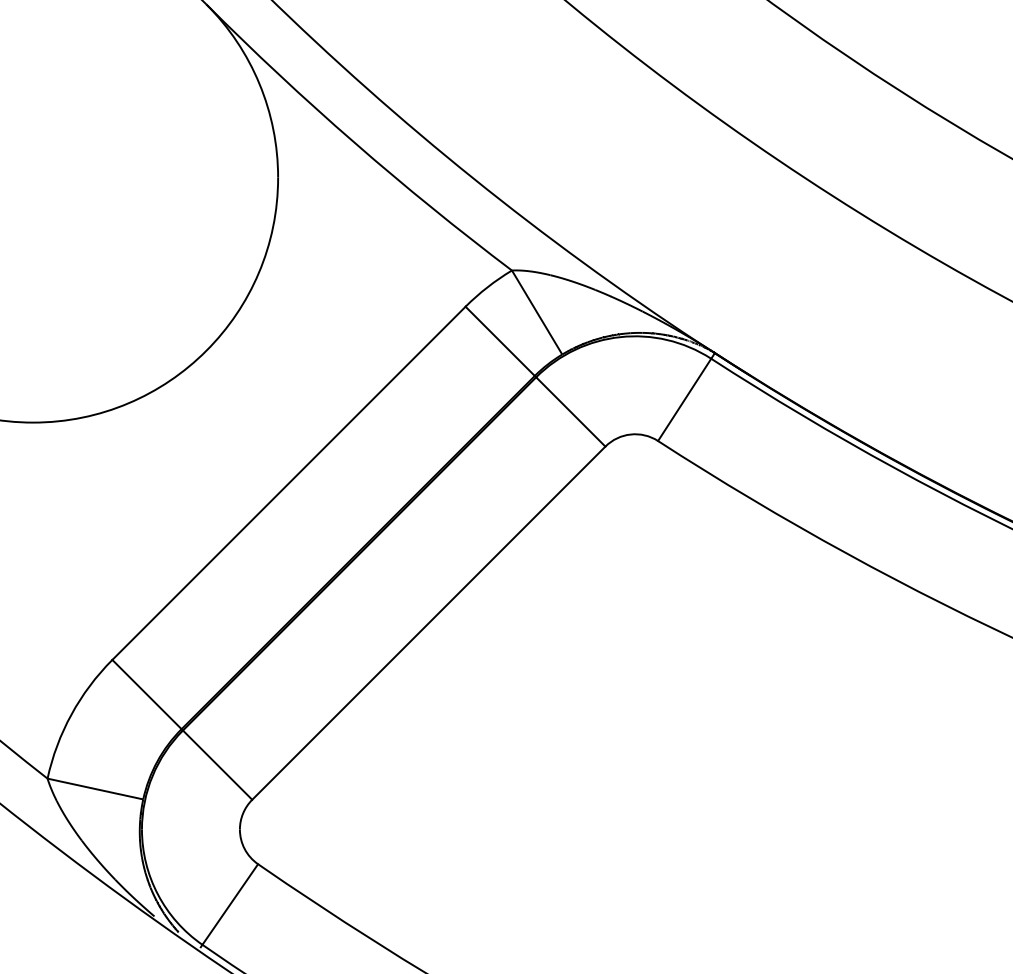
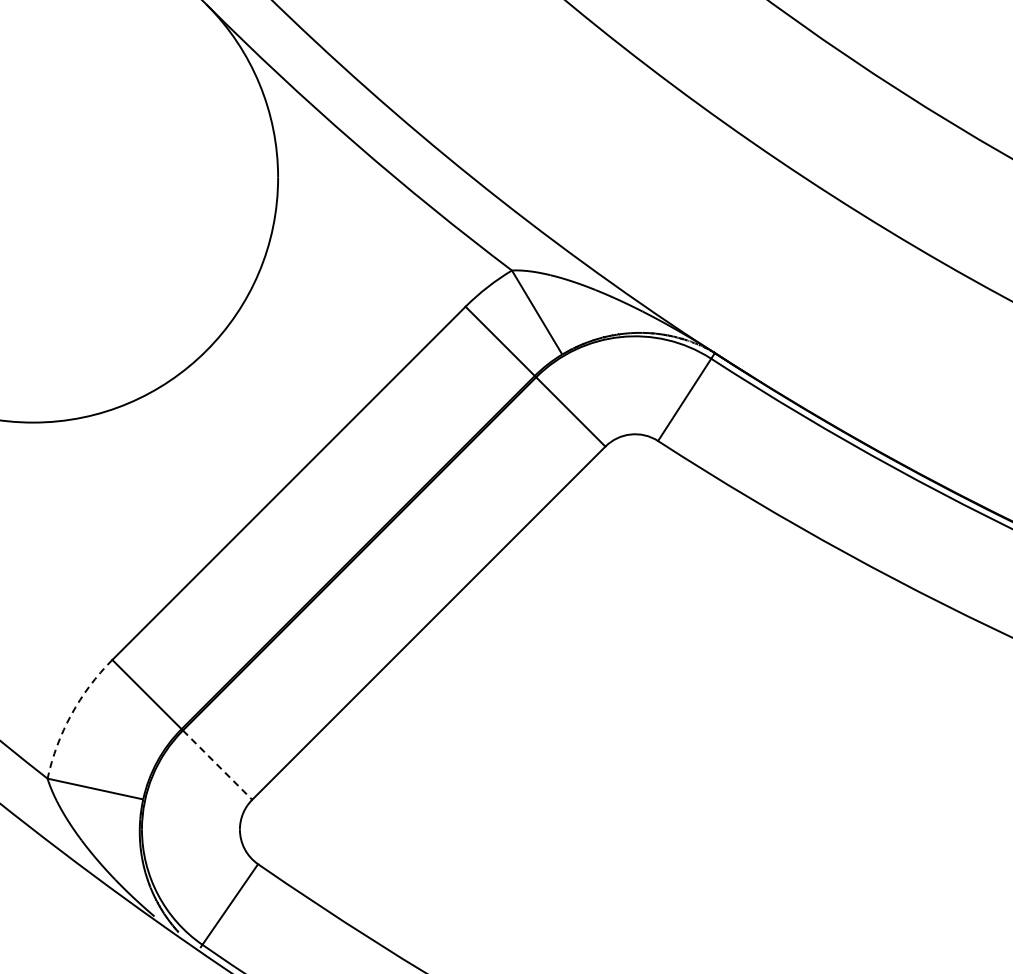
arc at (71, 714): solid -> dashed
line at (217, 765): solid -> dashed
